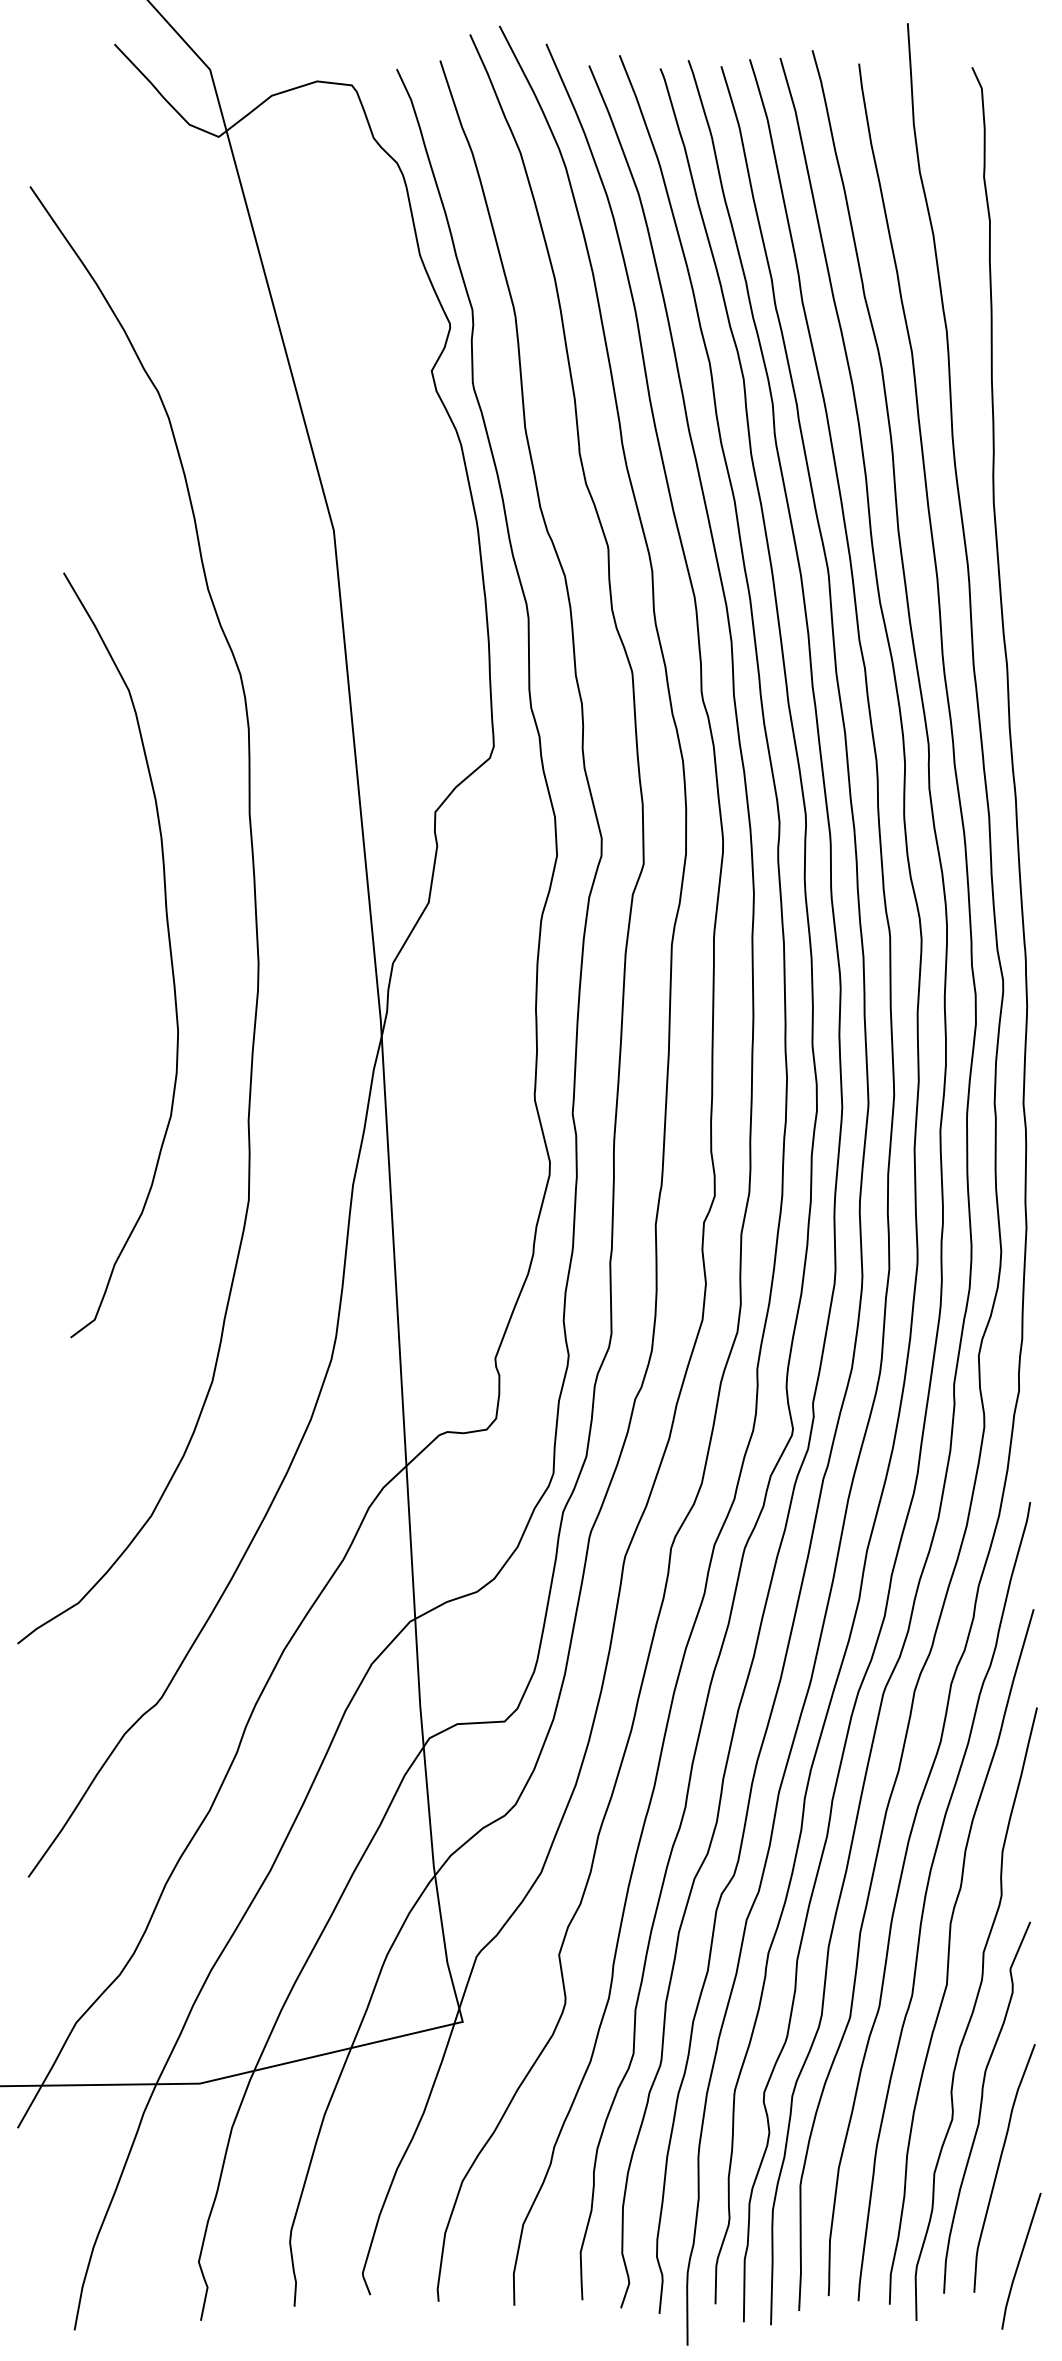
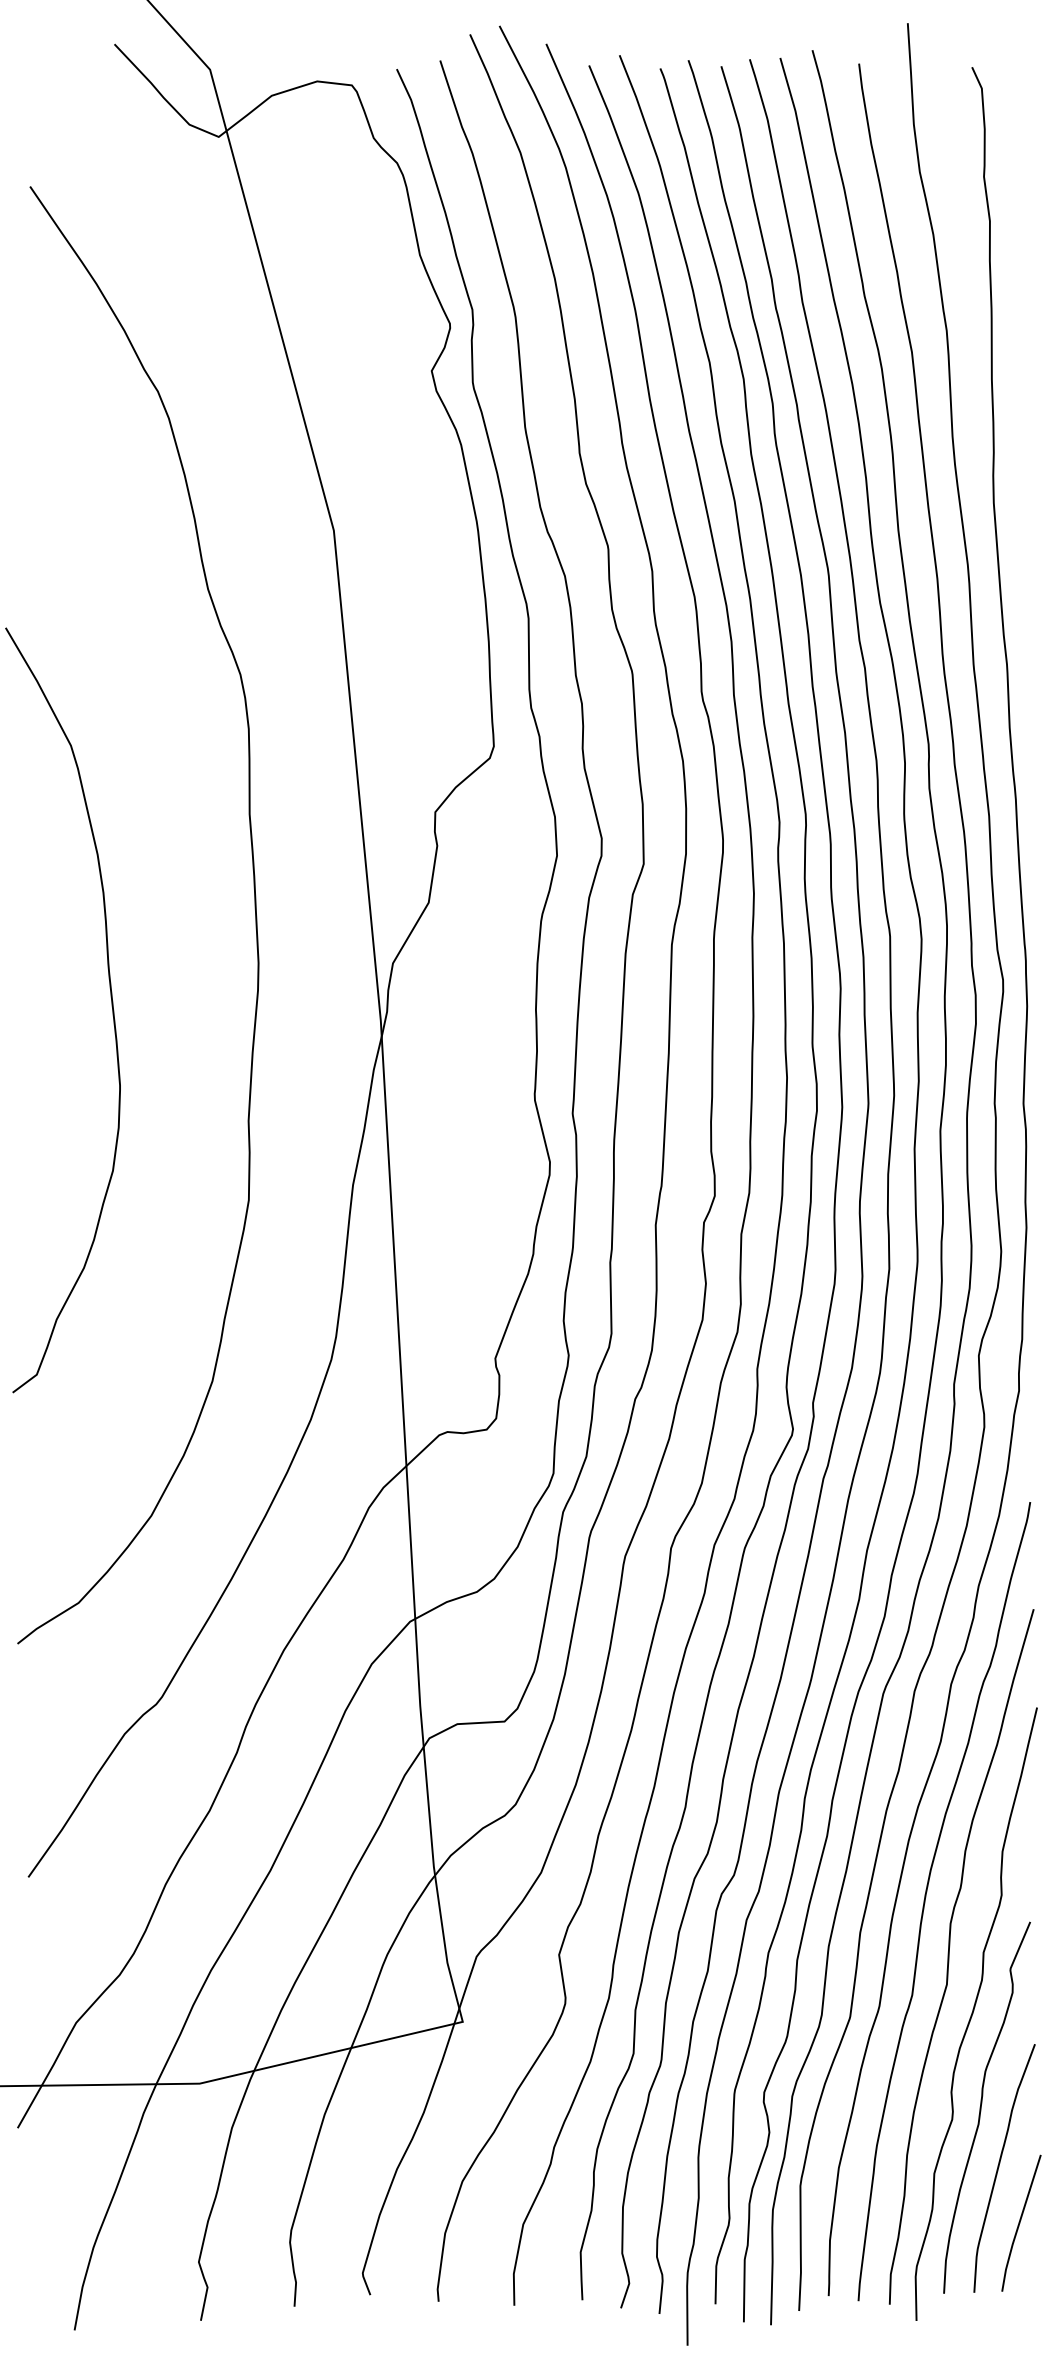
curve at (169, 951) position: (169, 951) -> (111, 1006)
line at (1020, 2260) position: (1020, 2260) -> (1020, 2222)
